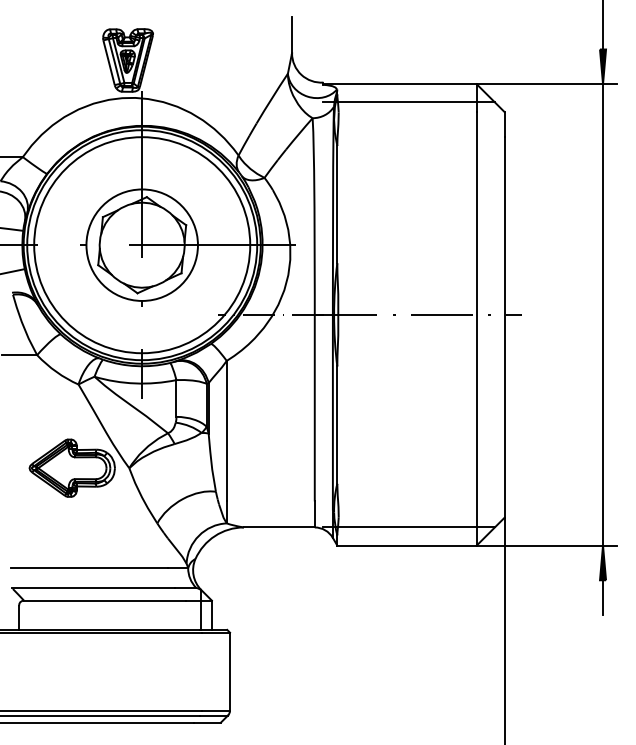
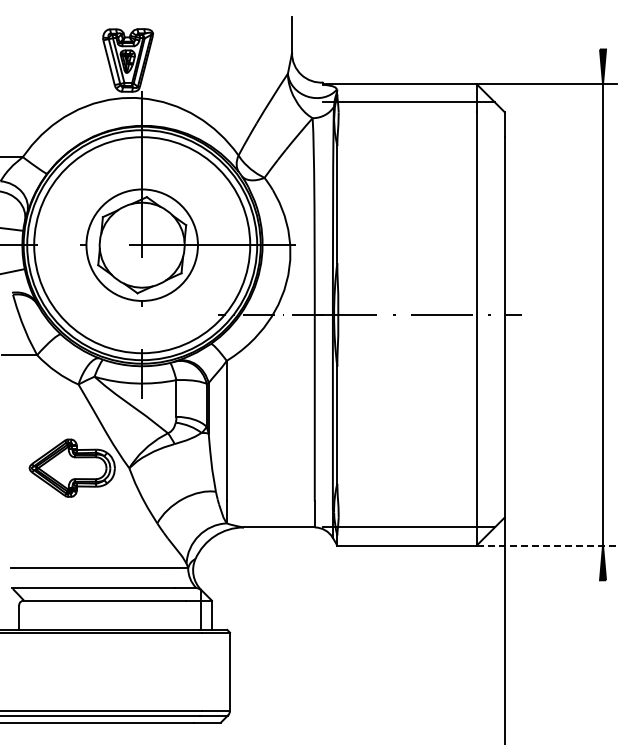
line at (603, 25): present -> none
line at (547, 545): solid -> dashed
line at (603, 597): present -> none
